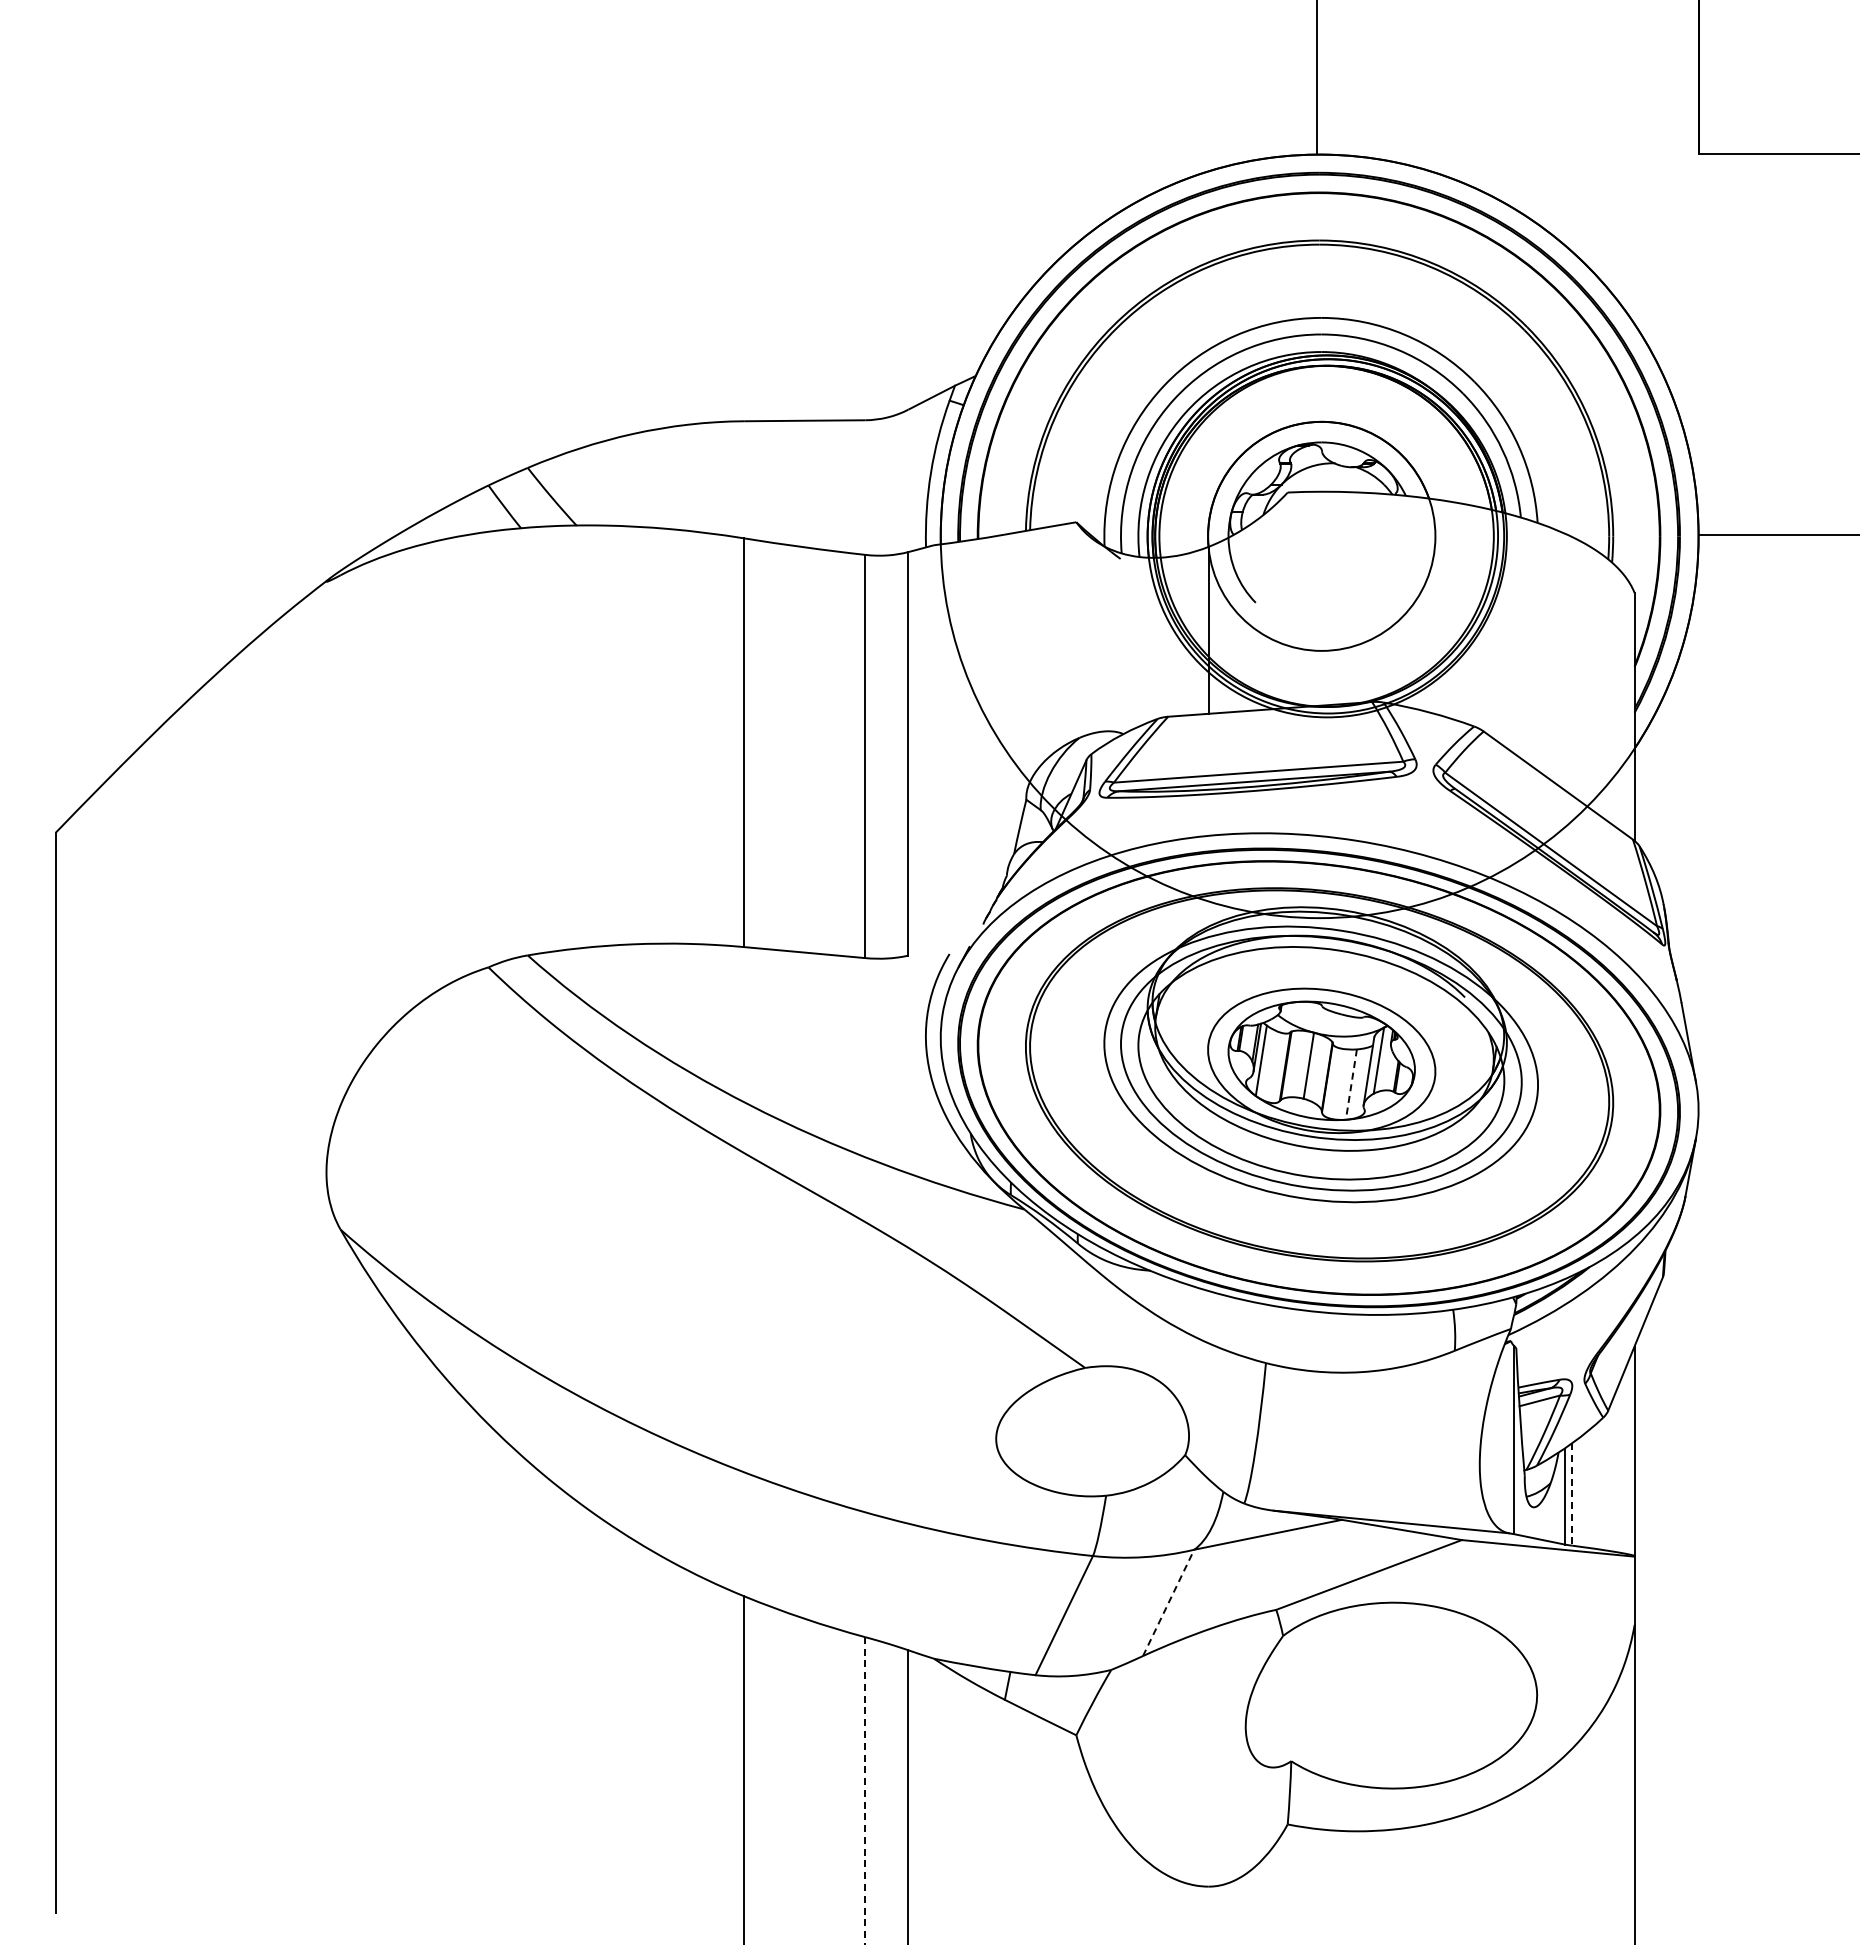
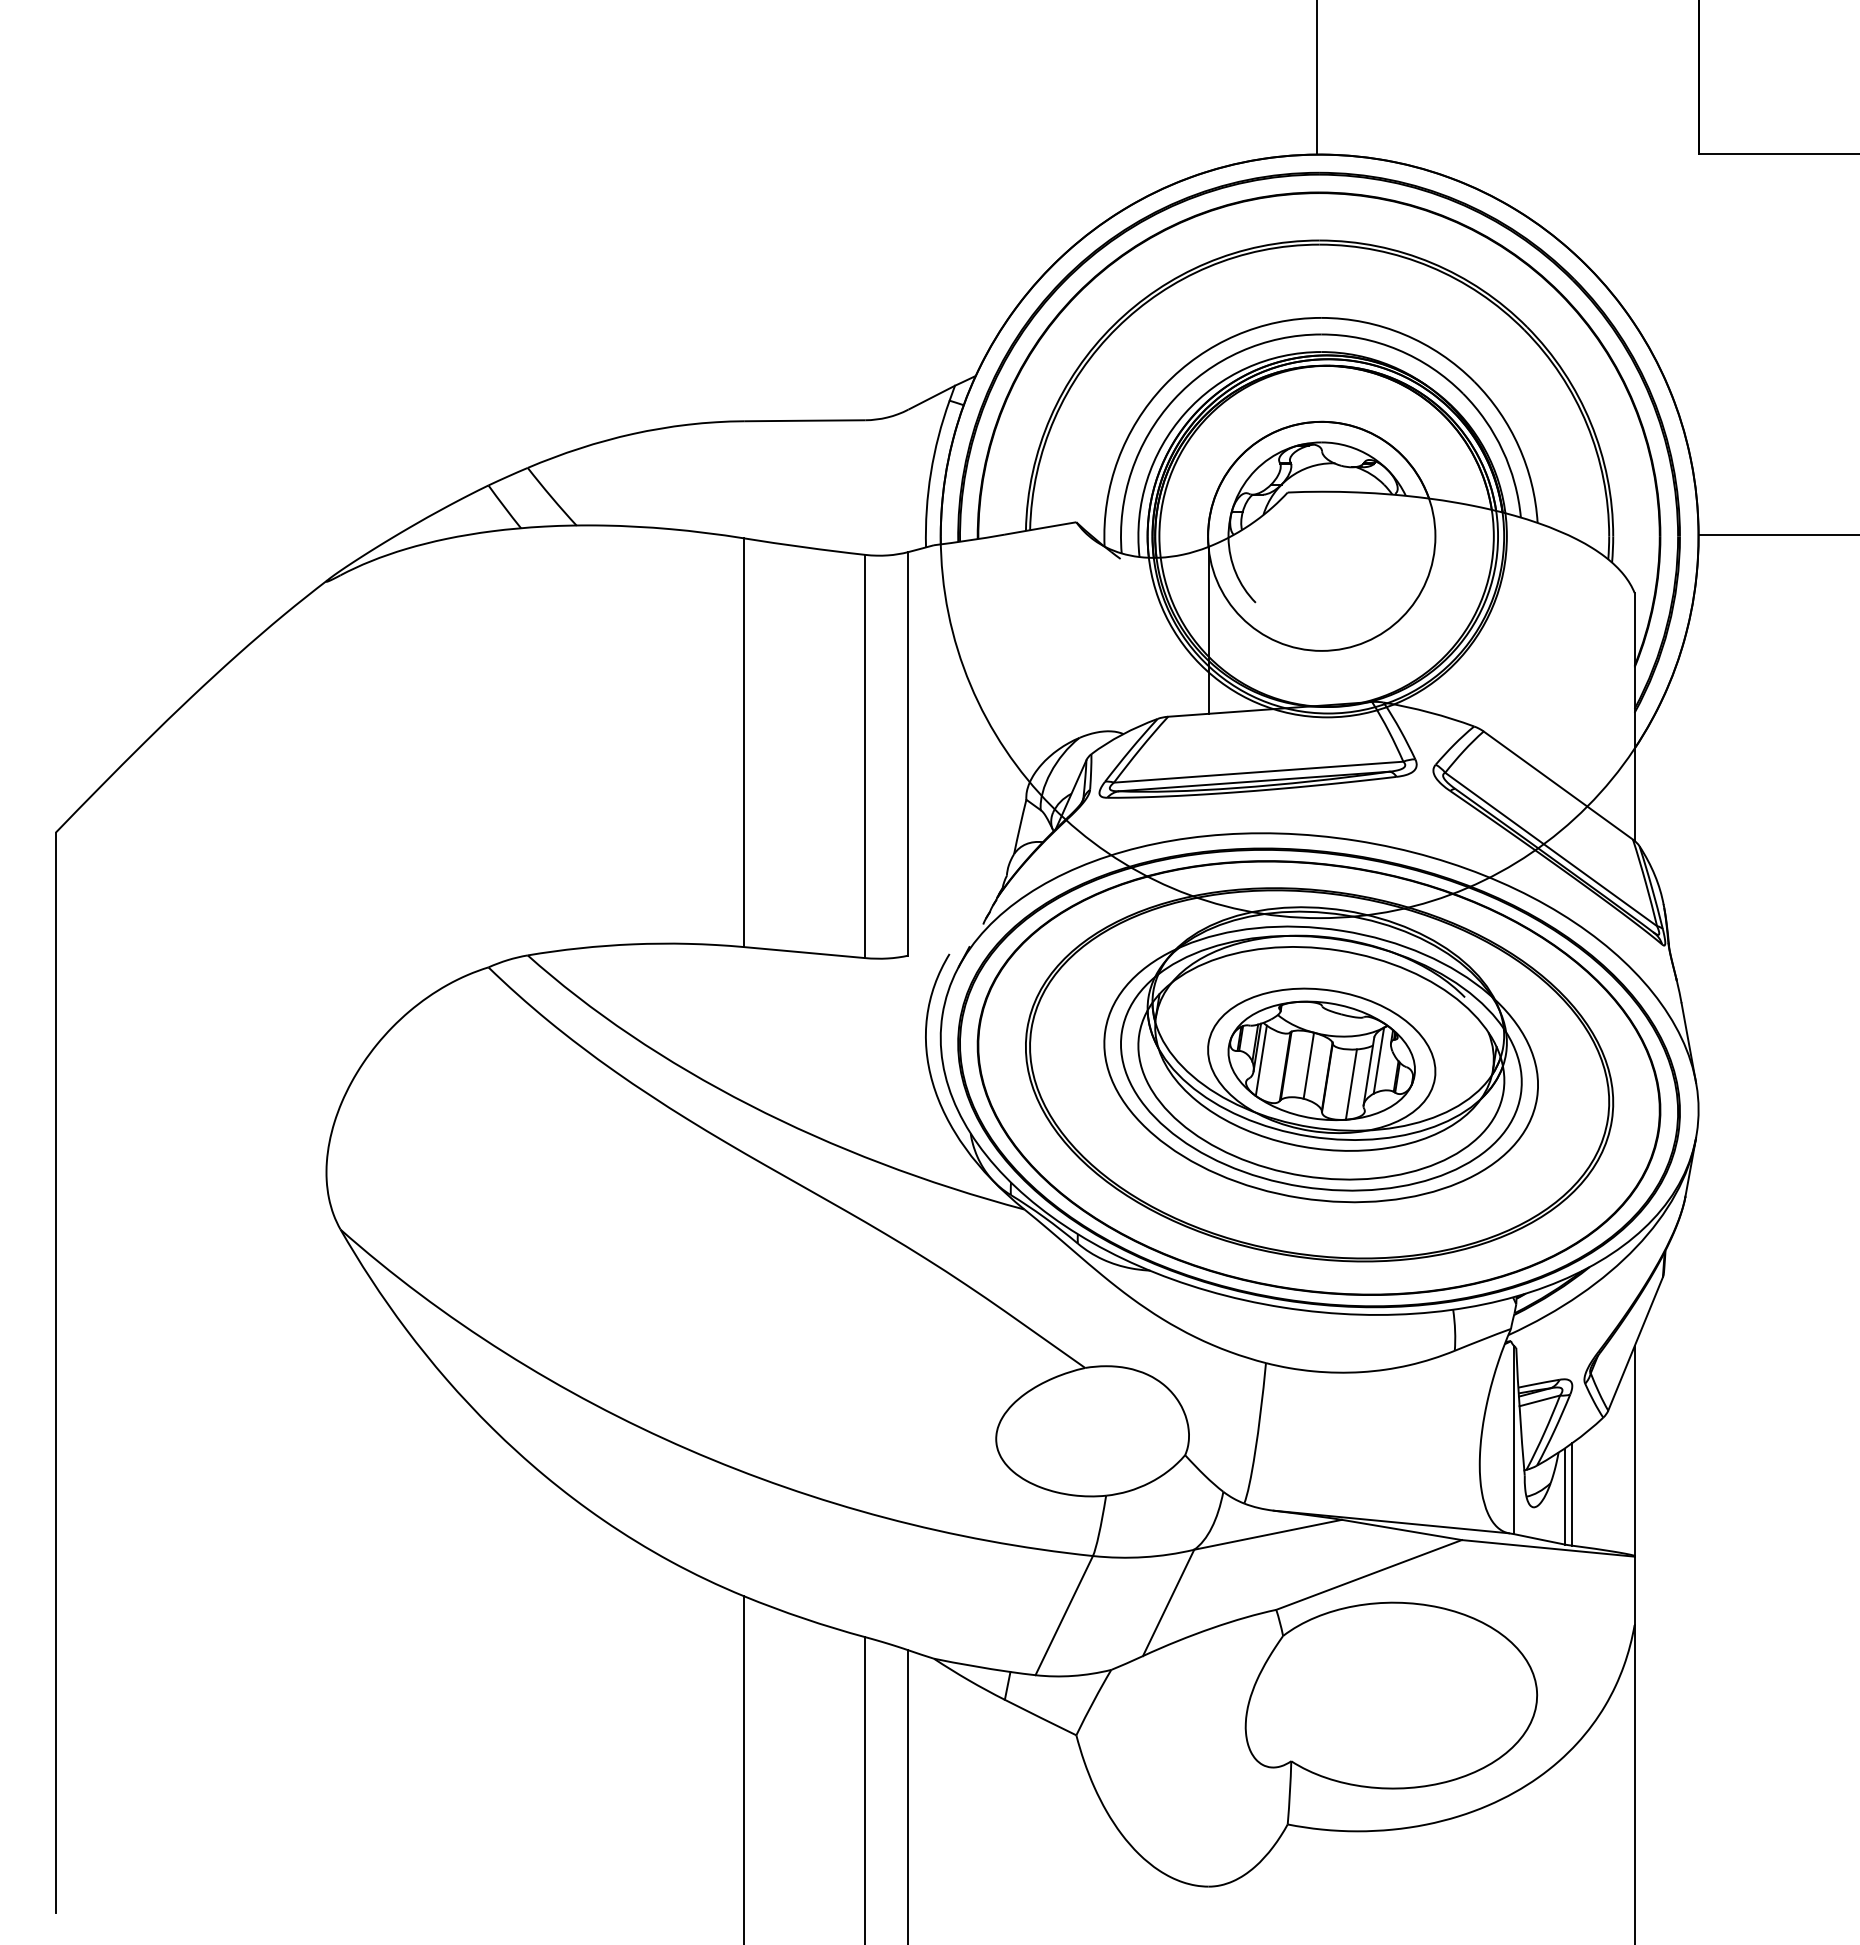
line at (1351, 1084): dashed -> solid
line at (1572, 1494): dashed -> solid
line at (1168, 1602): dashed -> solid
line at (865, 1791): dashed -> solid
